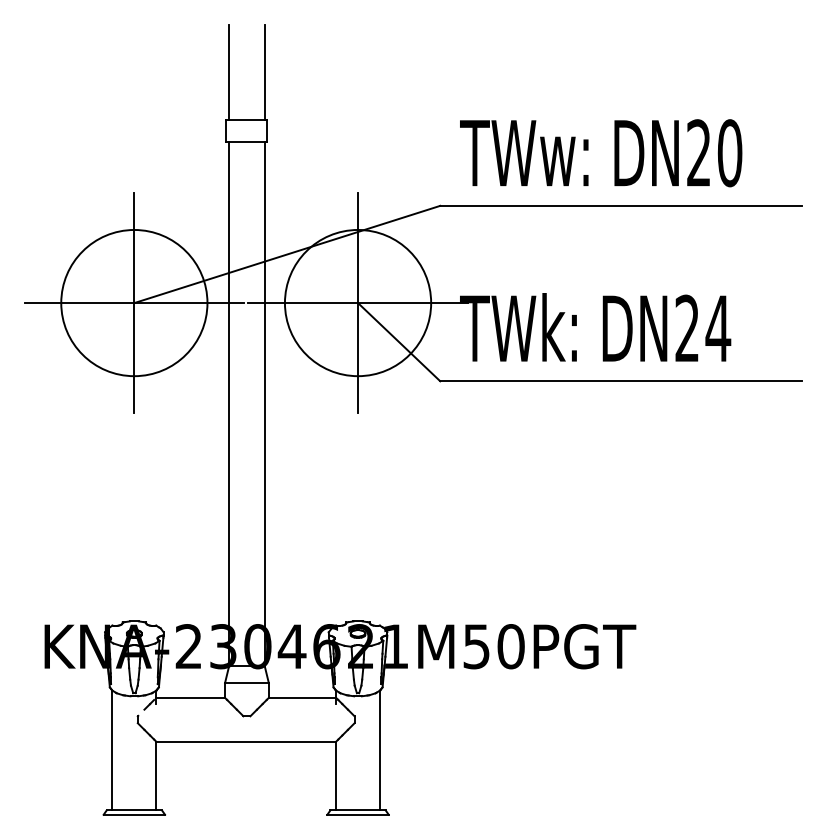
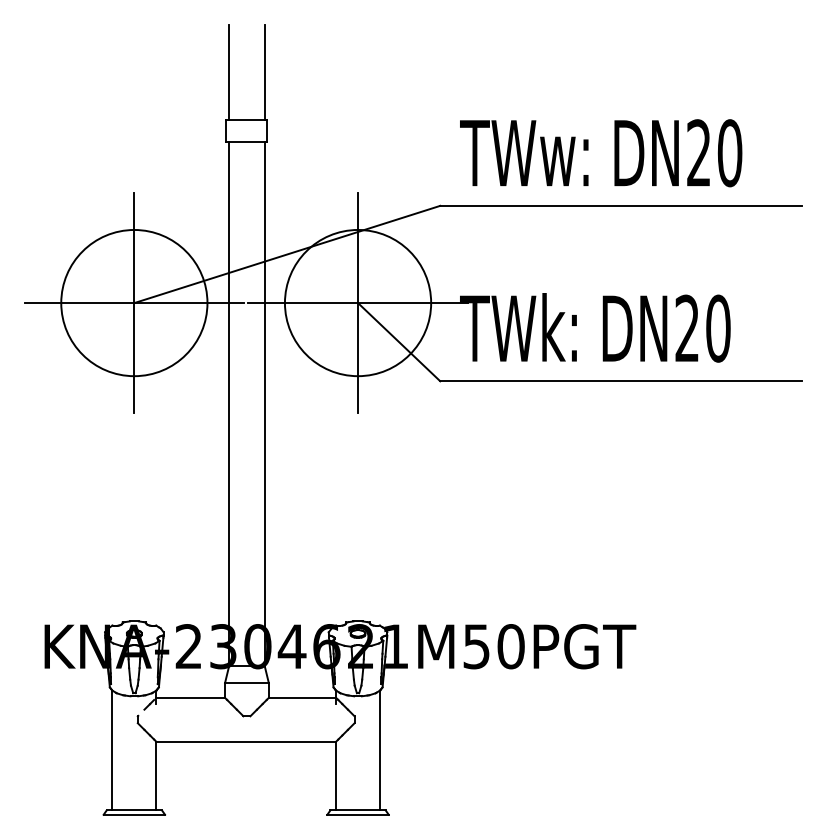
text at (718, 328): DN24 -> DN20
